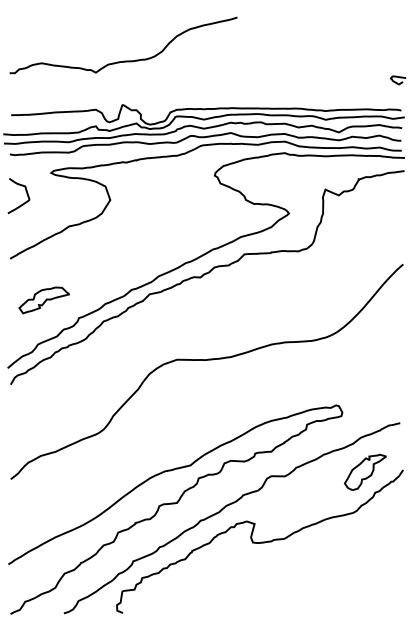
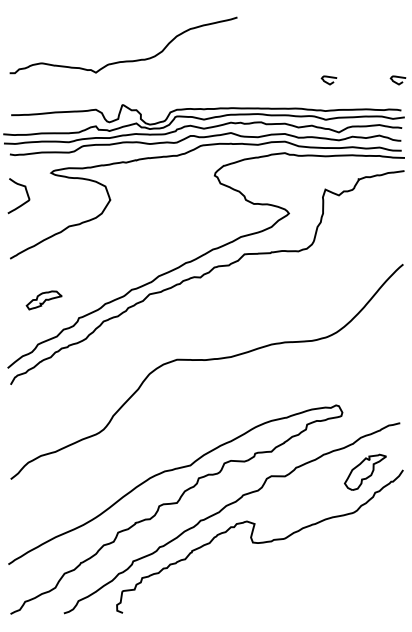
curve at (328, 82): none -> present
part at (43, 300) size: 52x29 px -> 38x21 px
